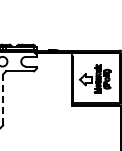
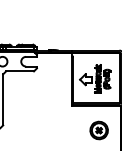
line at (3, 99): dashed -> solid
part at (98, 130): none -> present
